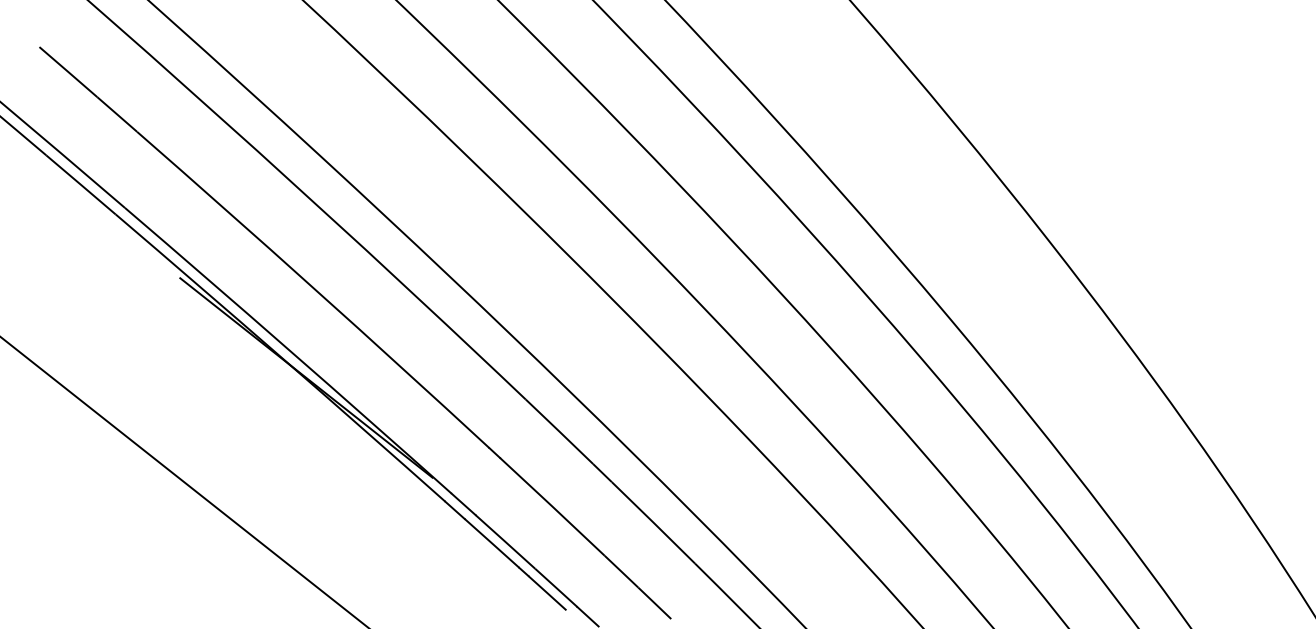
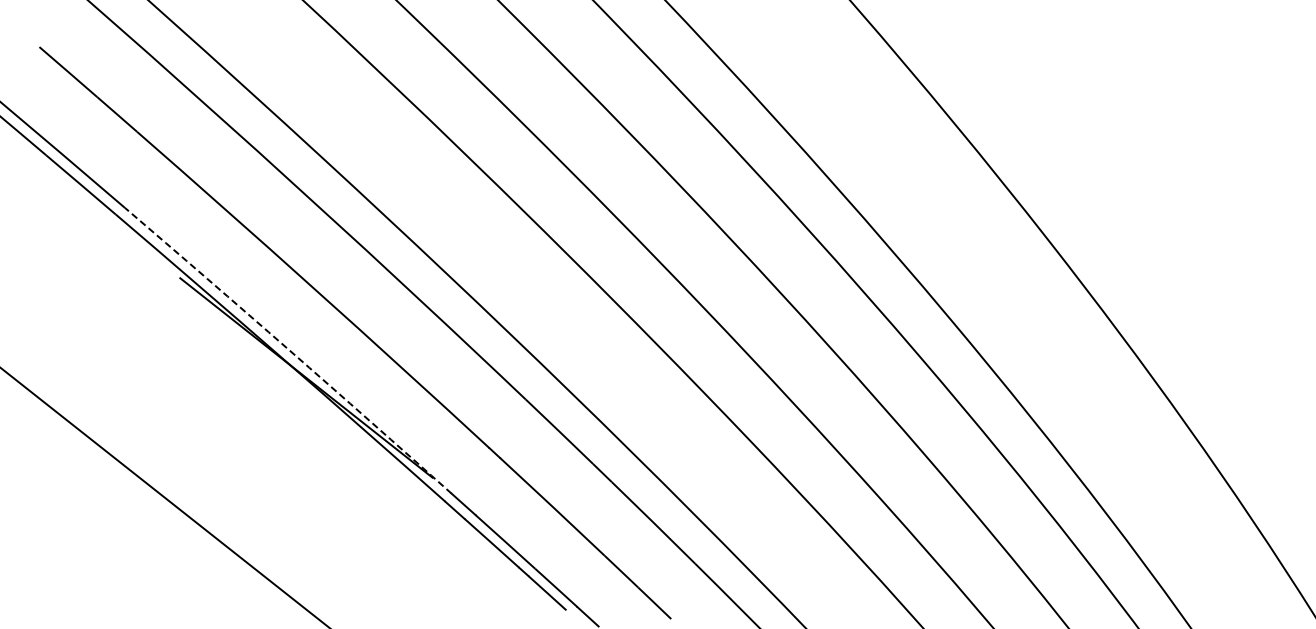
arc at (289, 349): solid -> dashed
line at (183, 481) position: (183, 481) -> (164, 497)
